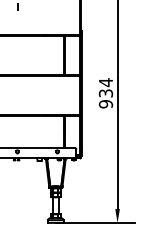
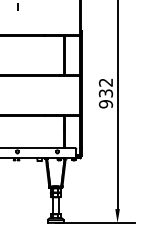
text at (105, 82): 934 -> 932
